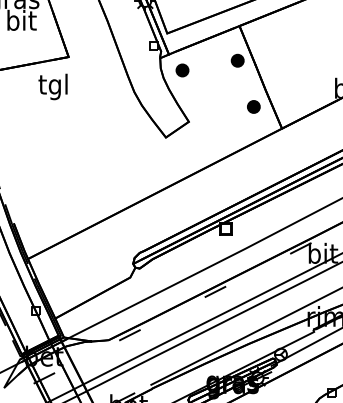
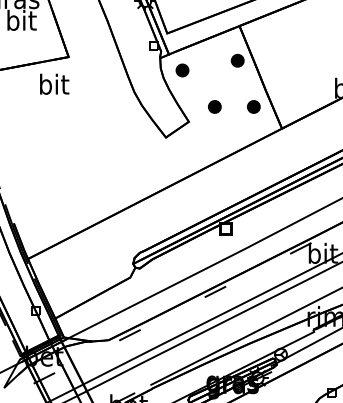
text at (53, 86): tgl -> bit
part at (214, 106): none -> present
